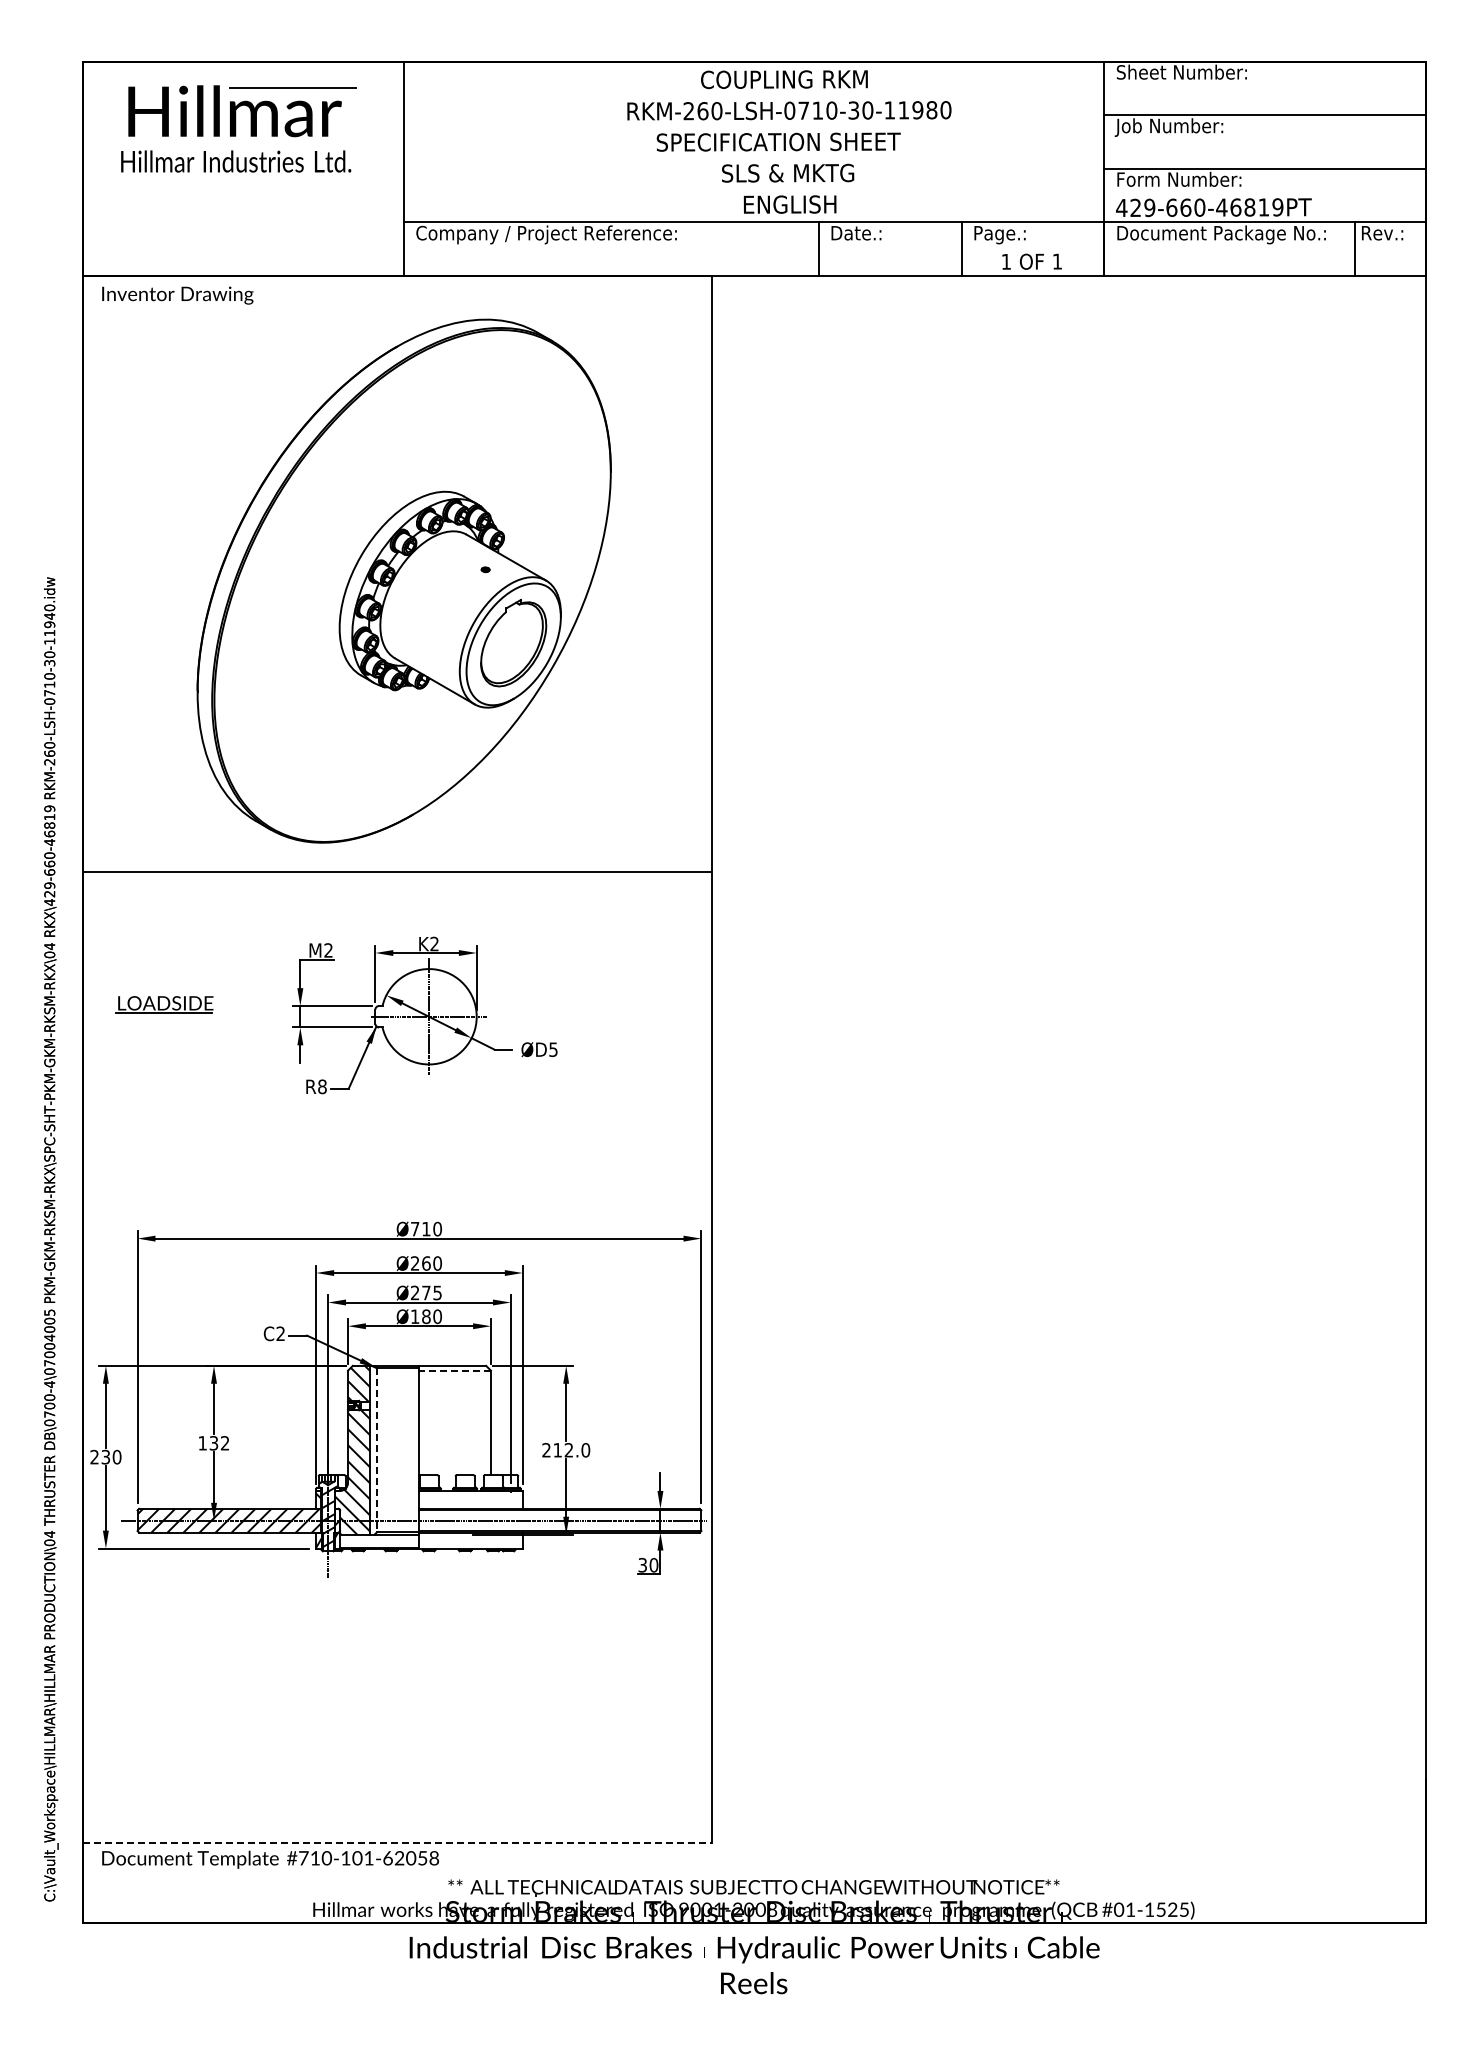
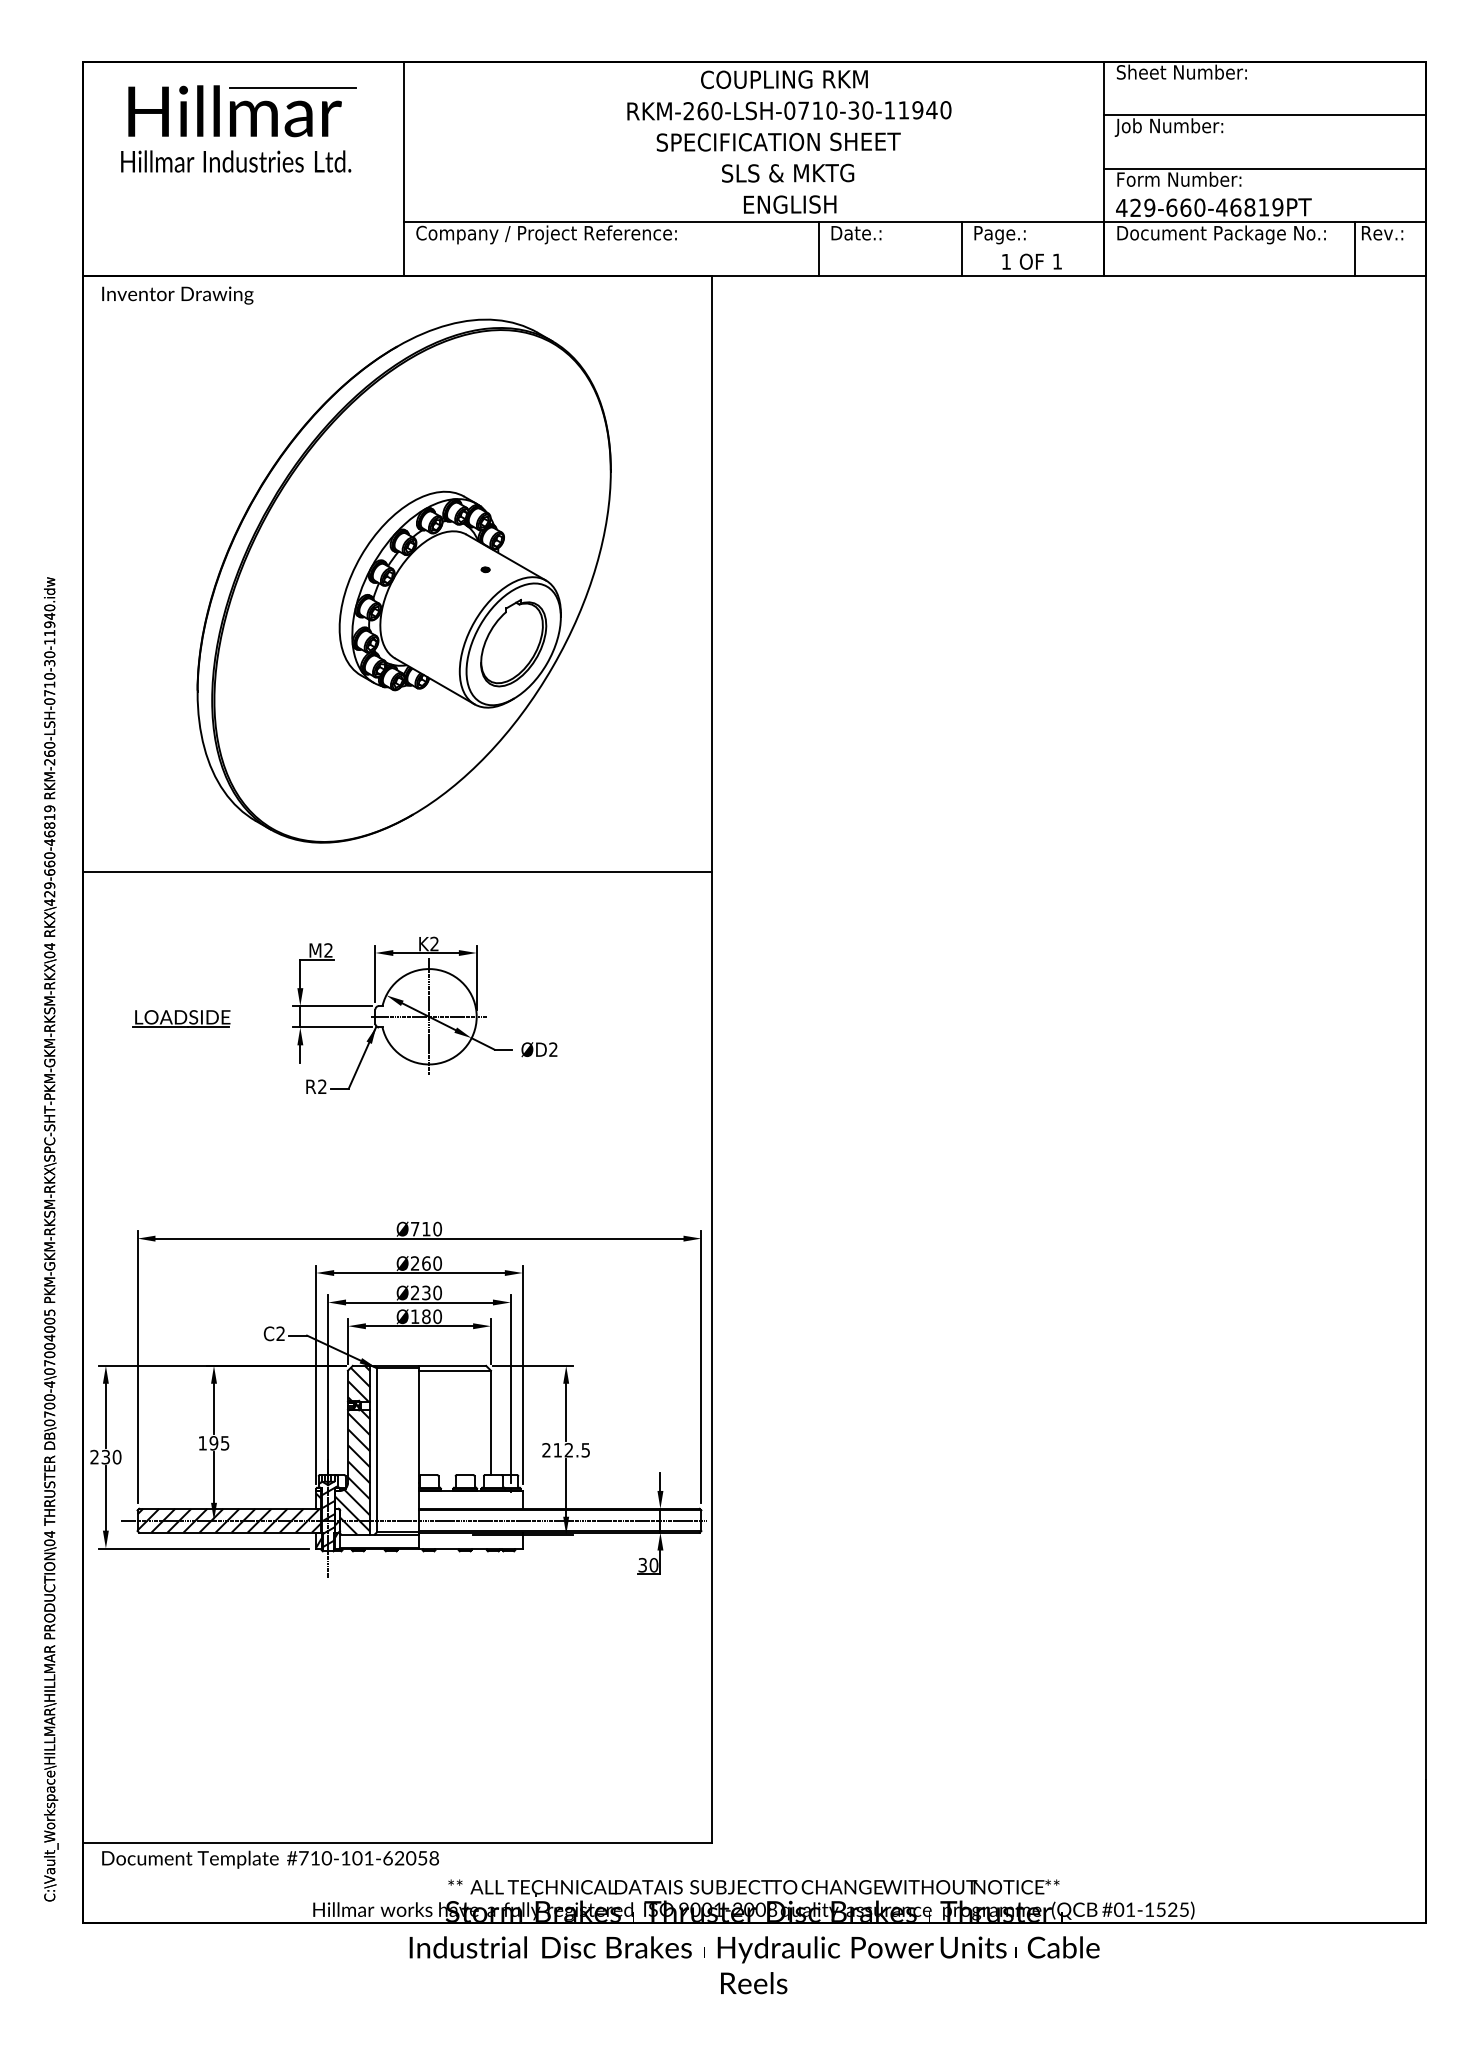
text at (931, 110): RKM-260-LSH-0710-30-11980 -> RKM-260-LSH-0710-30-11940
part at (164, 1004) position: (164, 1004) -> (181, 1018)
text at (553, 1049): ØD5 -> ØD2
text at (322, 1086): R8 -> R2
text at (431, 1292): Ø275 -> Ø230
line at (455, 1370): dashed -> solid
text at (219, 1443): 132 -> 195
line at (377, 1450): dashed -> solid
text at (585, 1450): 212.0 -> 212.5
line at (397, 1842): dashed -> solid
